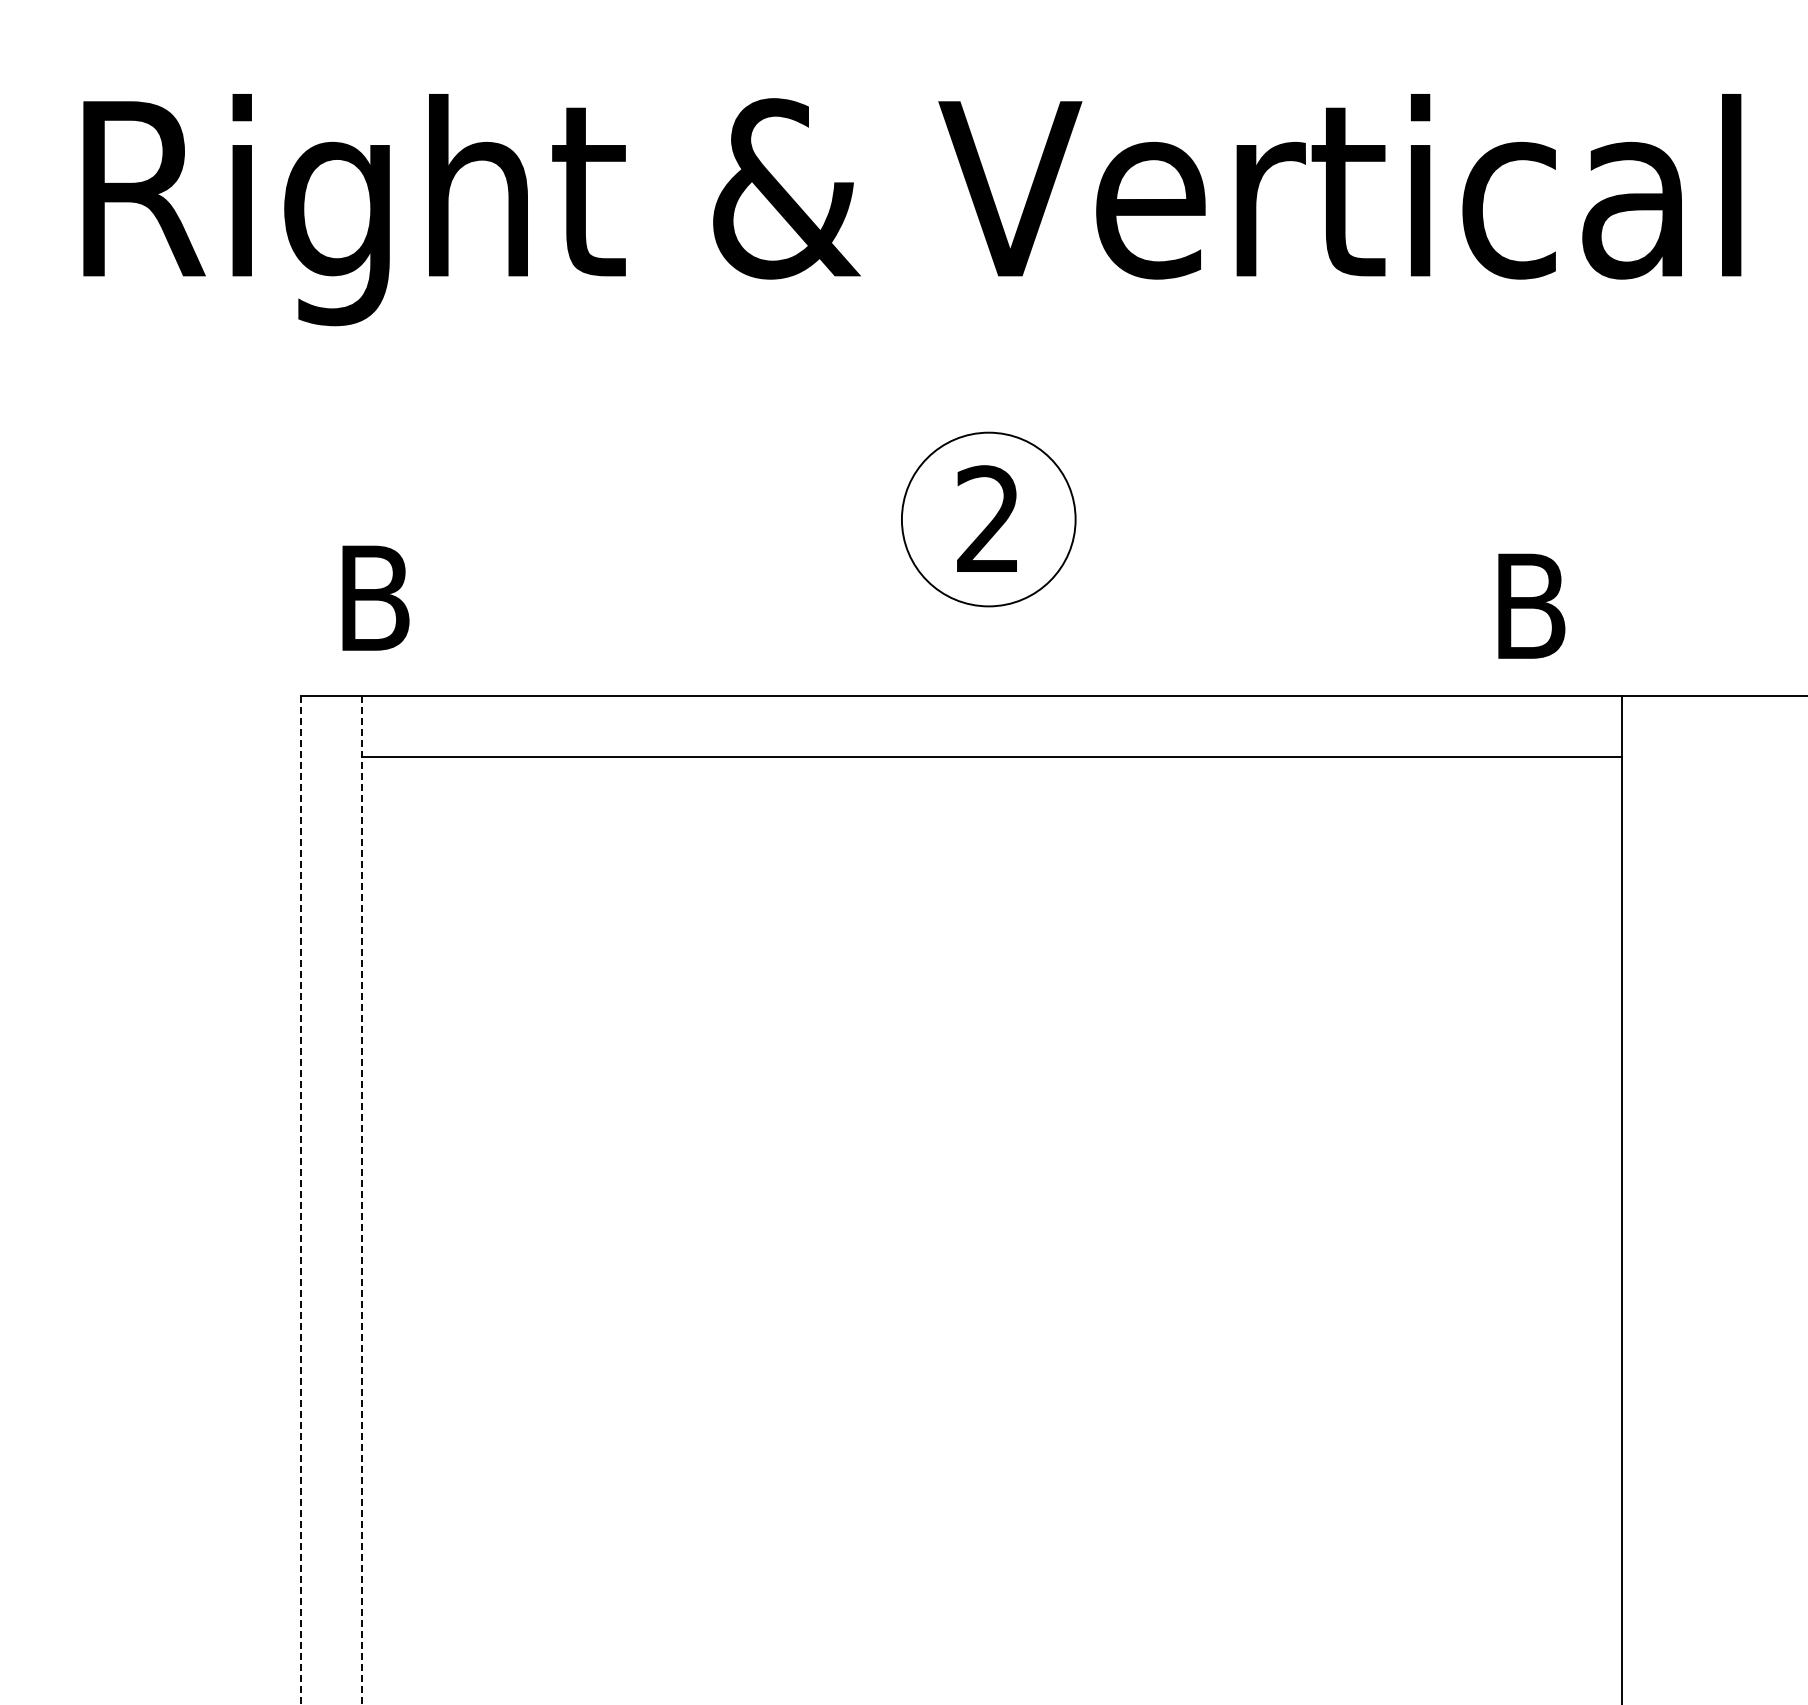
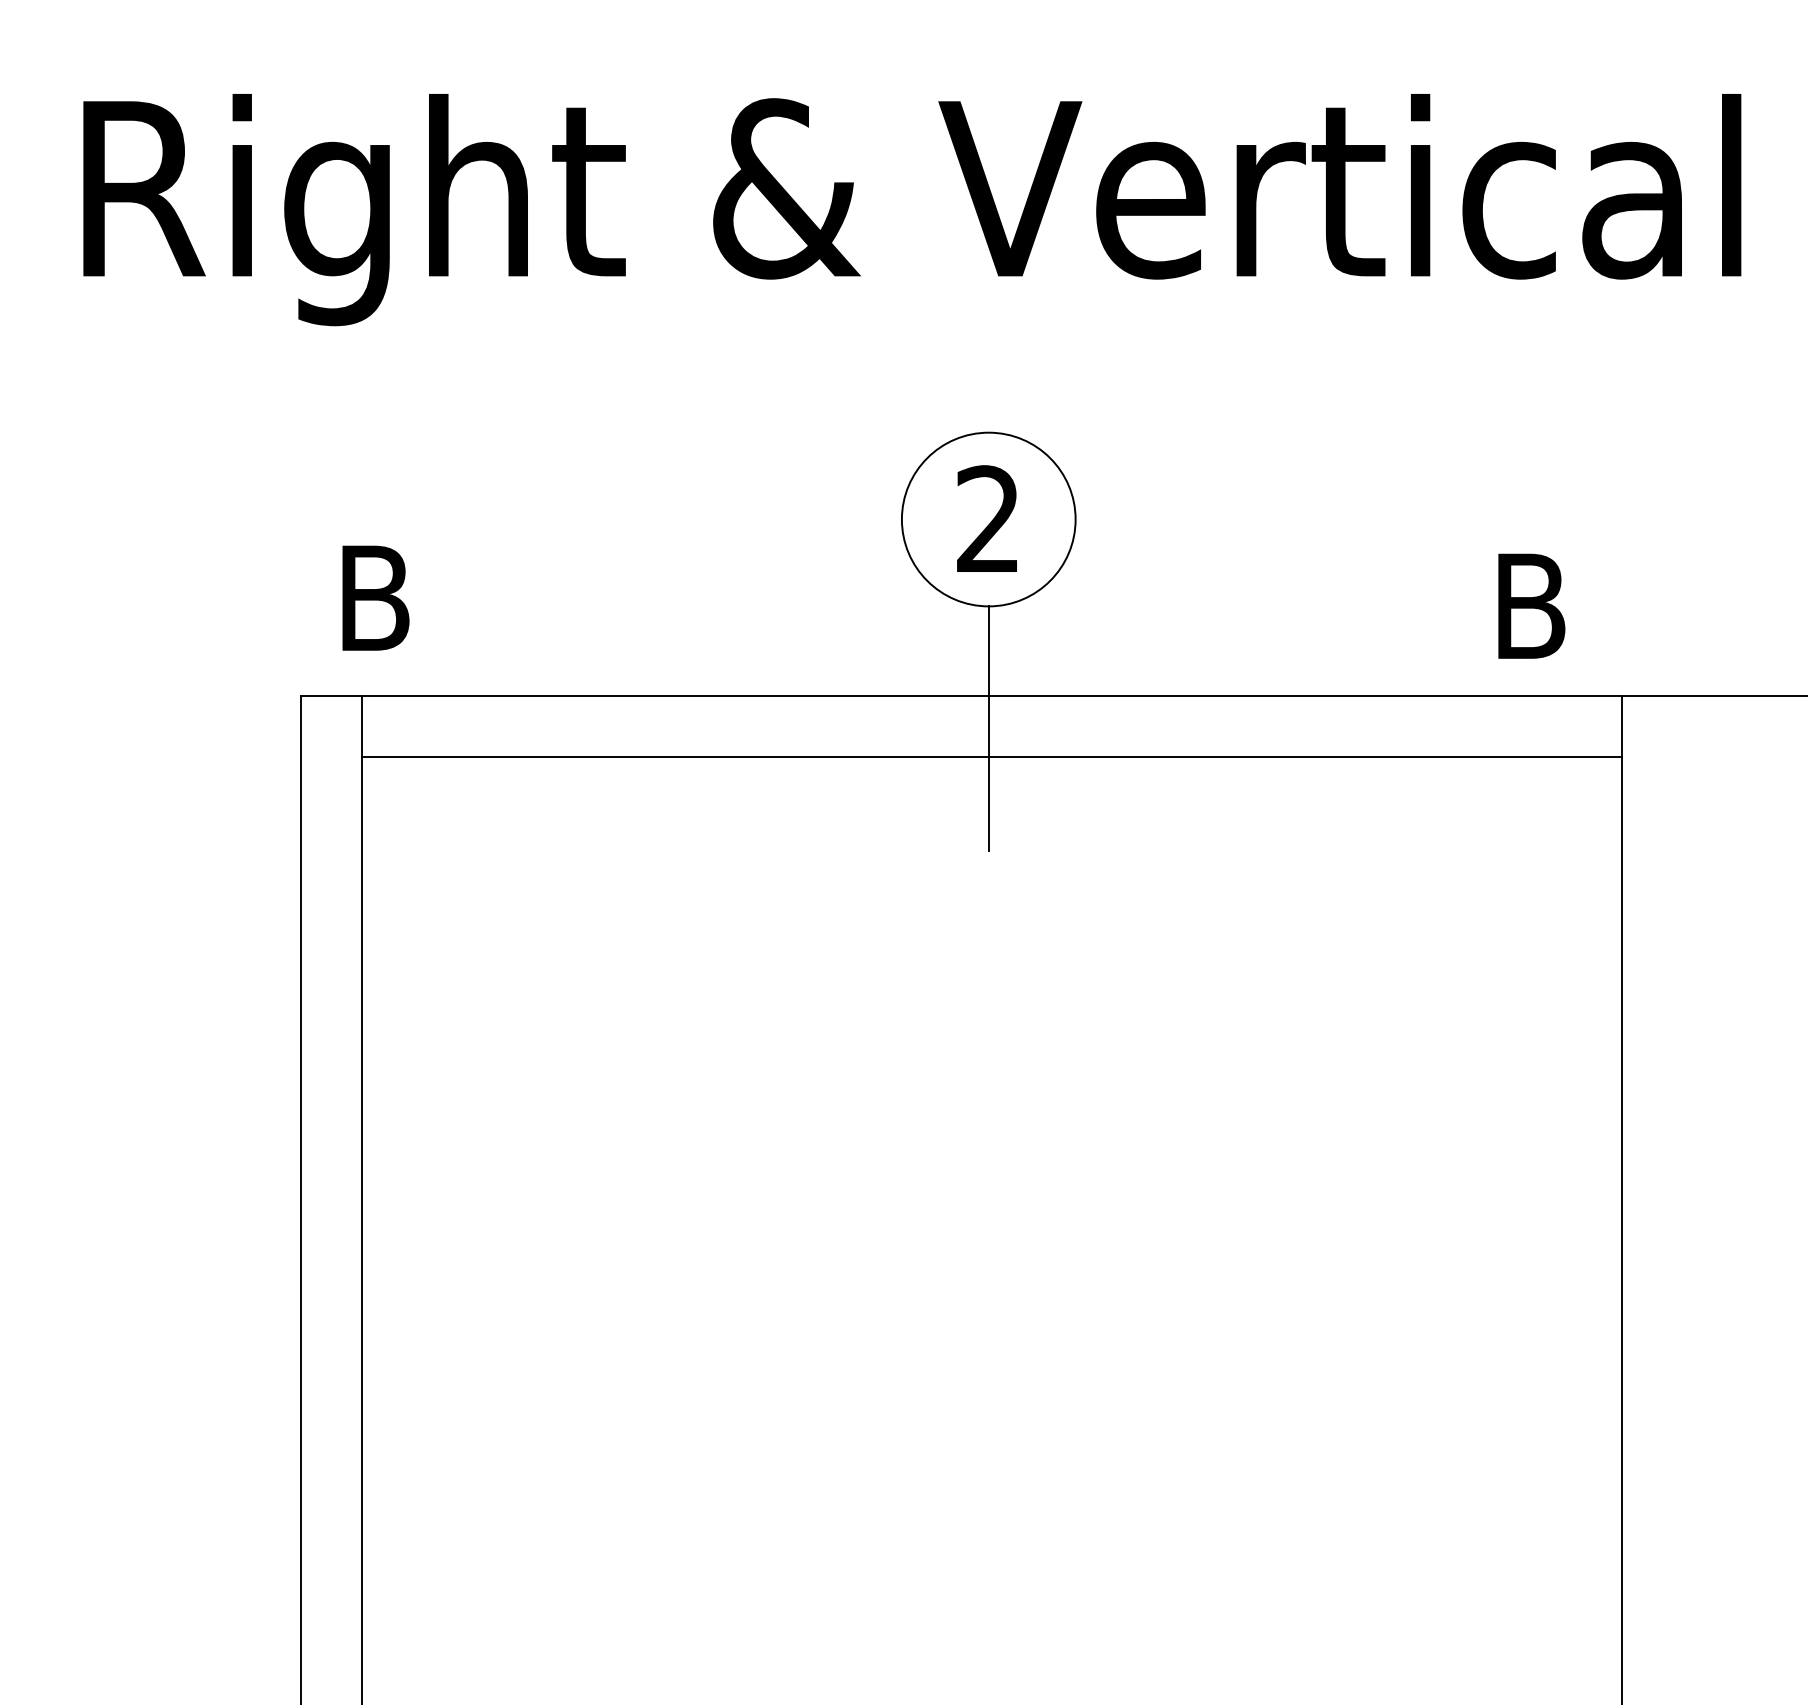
line at (988, 728): none -> present
line at (300, 1200): dashed -> solid
line at (361, 1200): dashed -> solid
